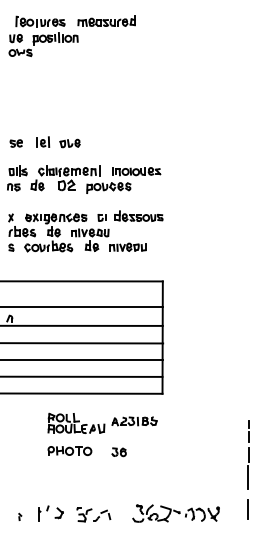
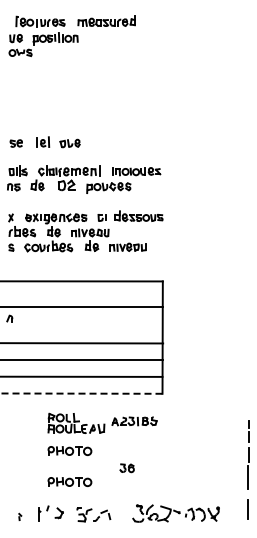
line at (82, 325): present -> none
line at (81, 393): solid -> dashed
part at (118, 452) position: (118, 452) -> (126, 468)
part at (69, 481): none -> present
